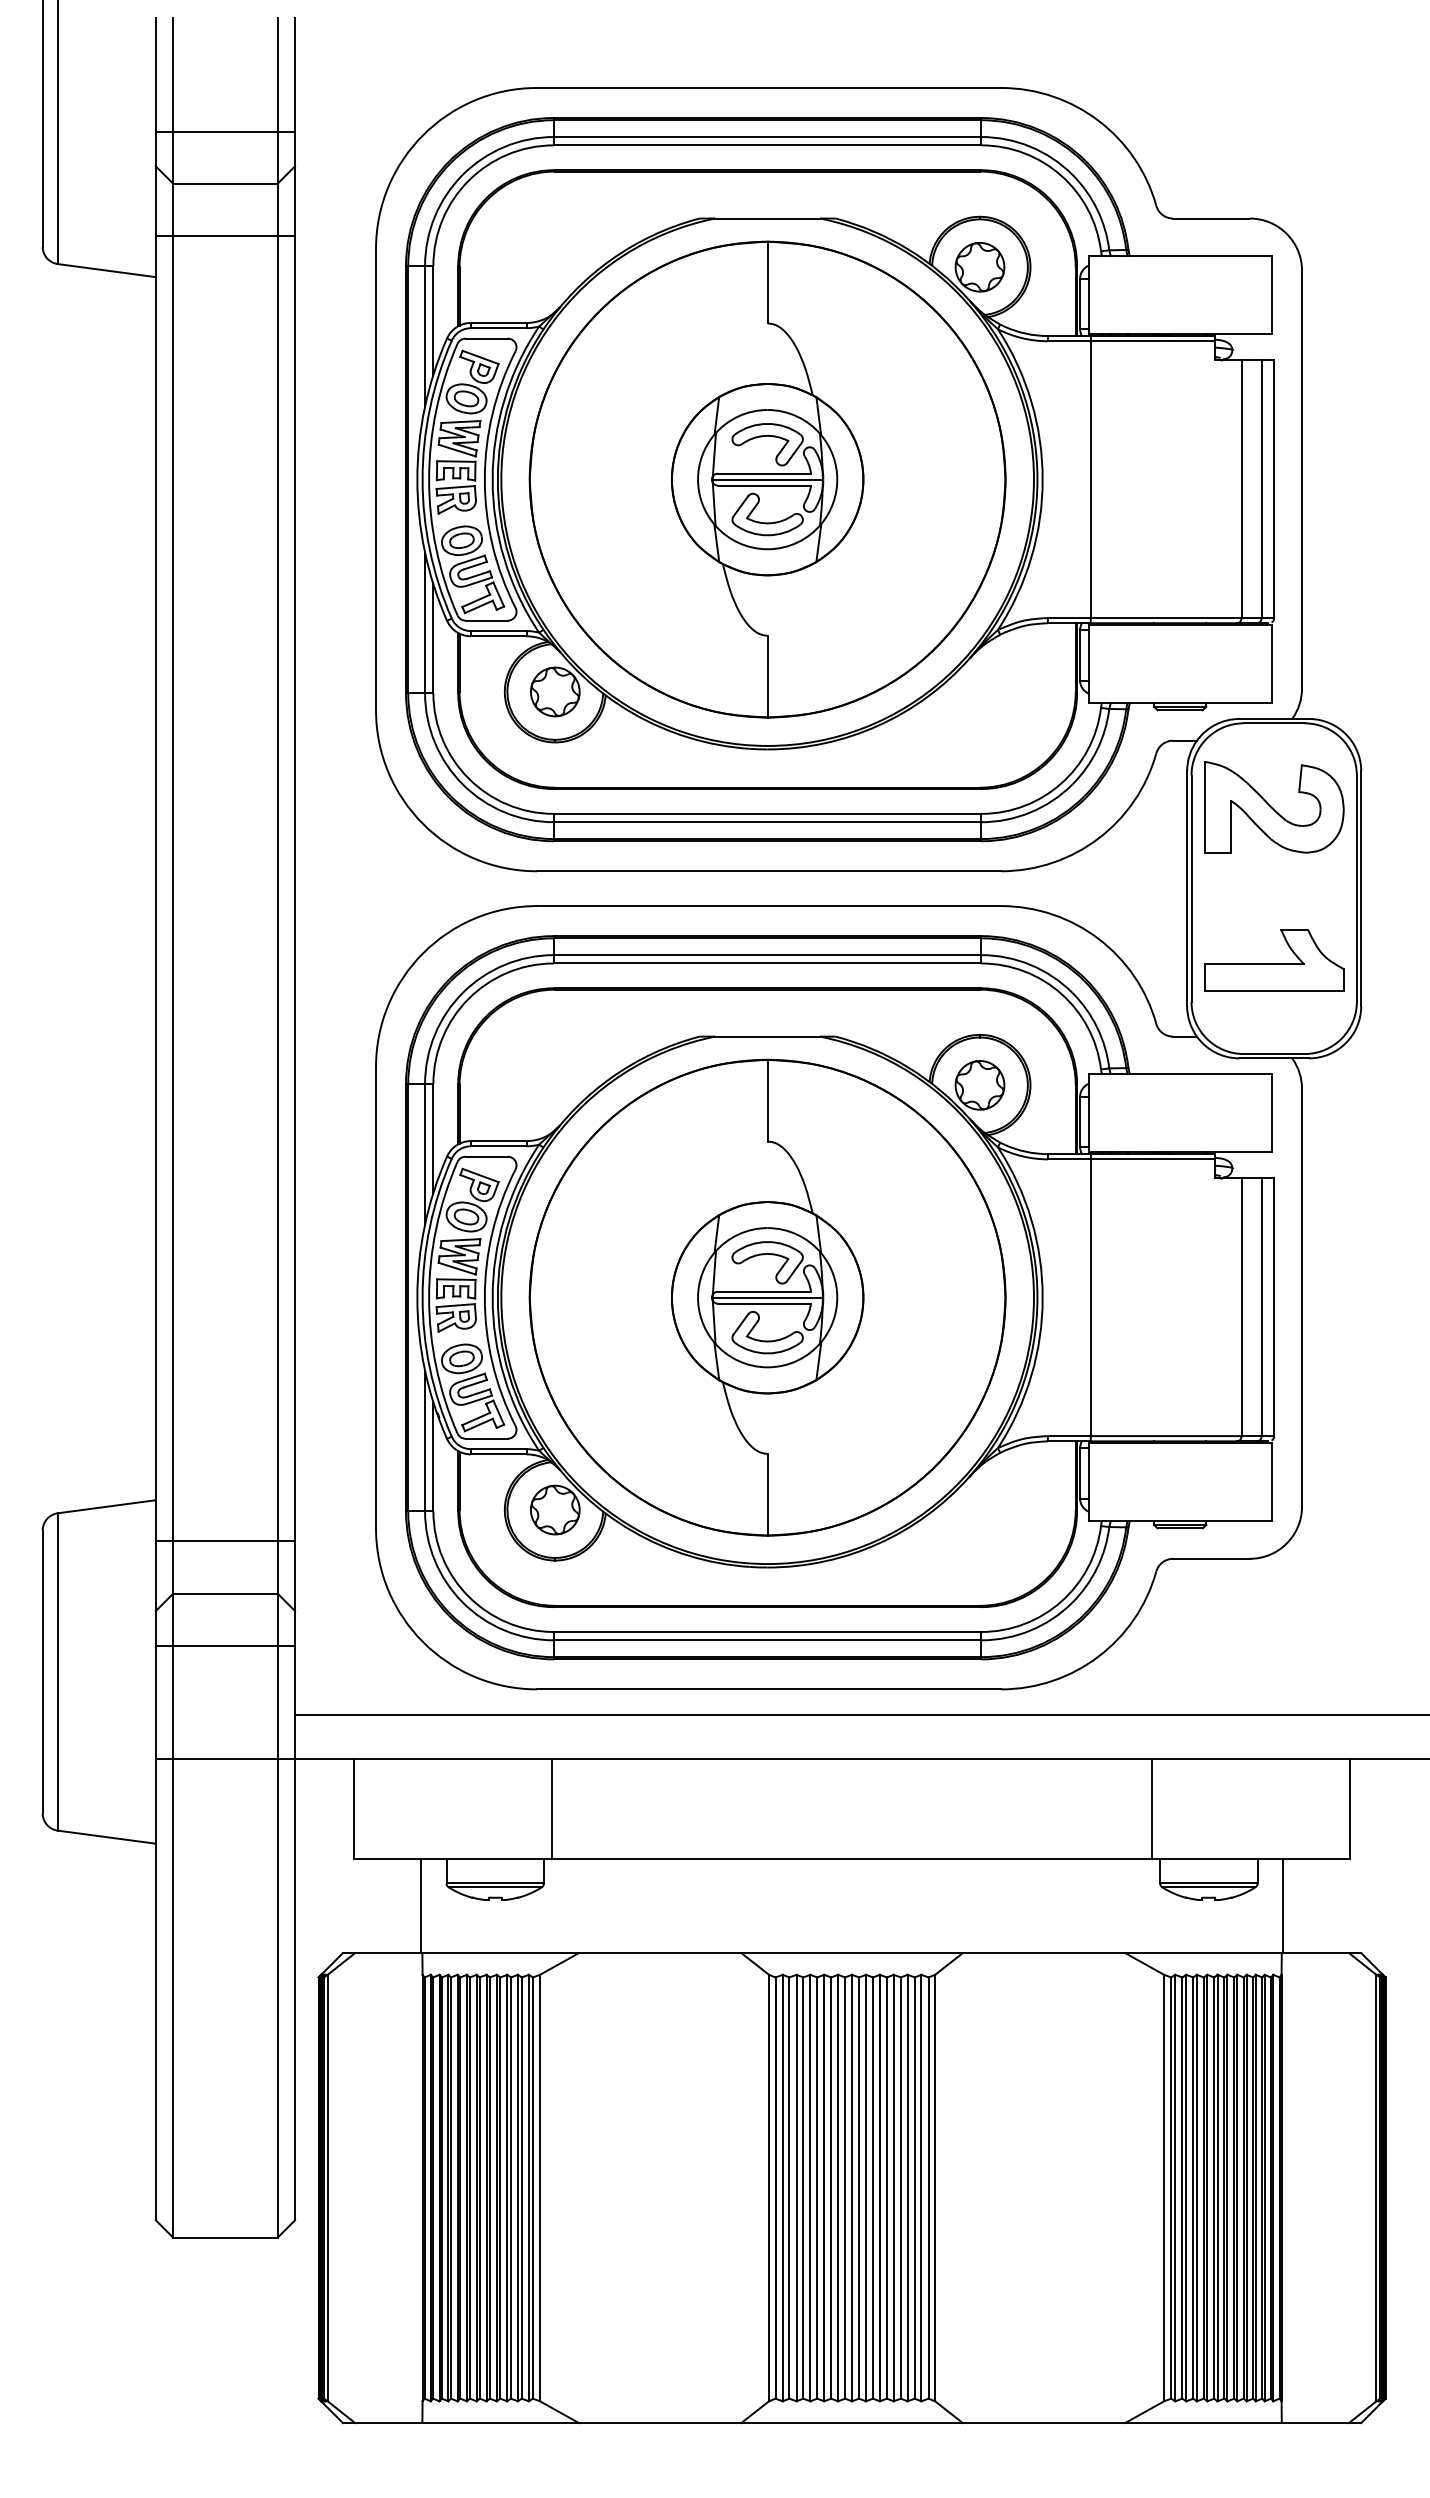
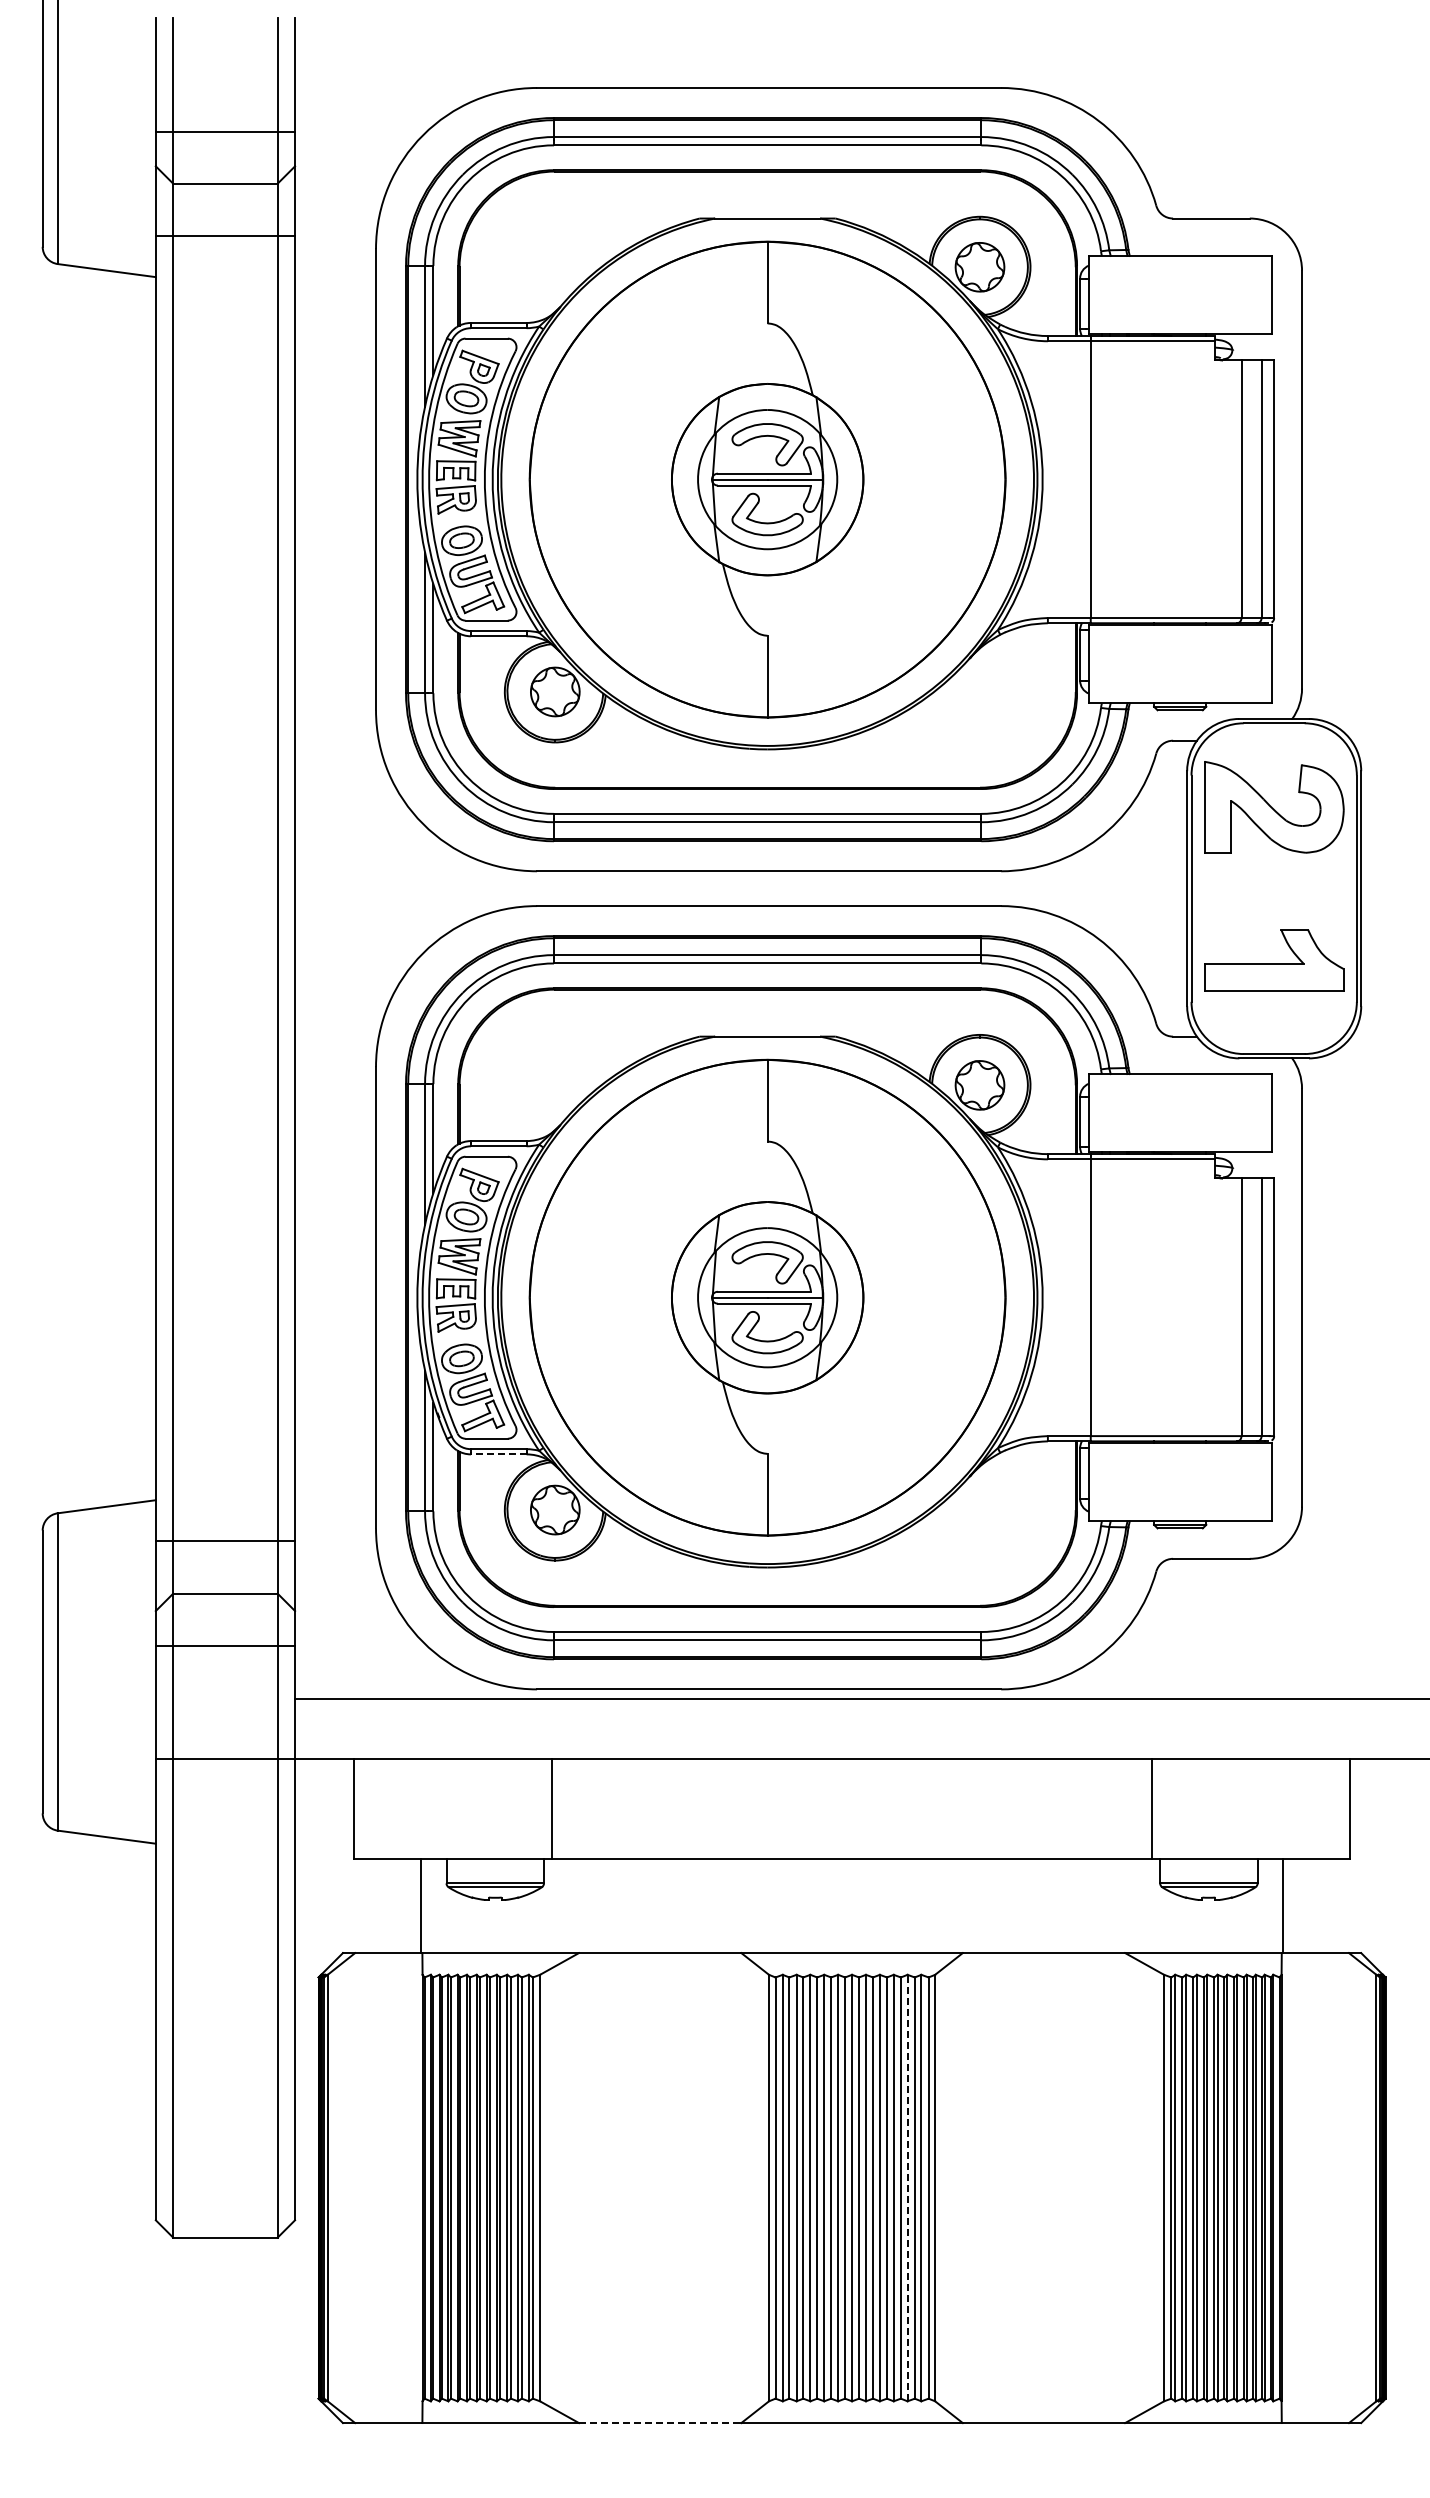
line at (498, 1454): solid -> dashed
line at (860, 1715) position: (860, 1715) -> (860, 1699)
line at (907, 2187): solid -> dashed
line at (660, 2423): solid -> dashed
